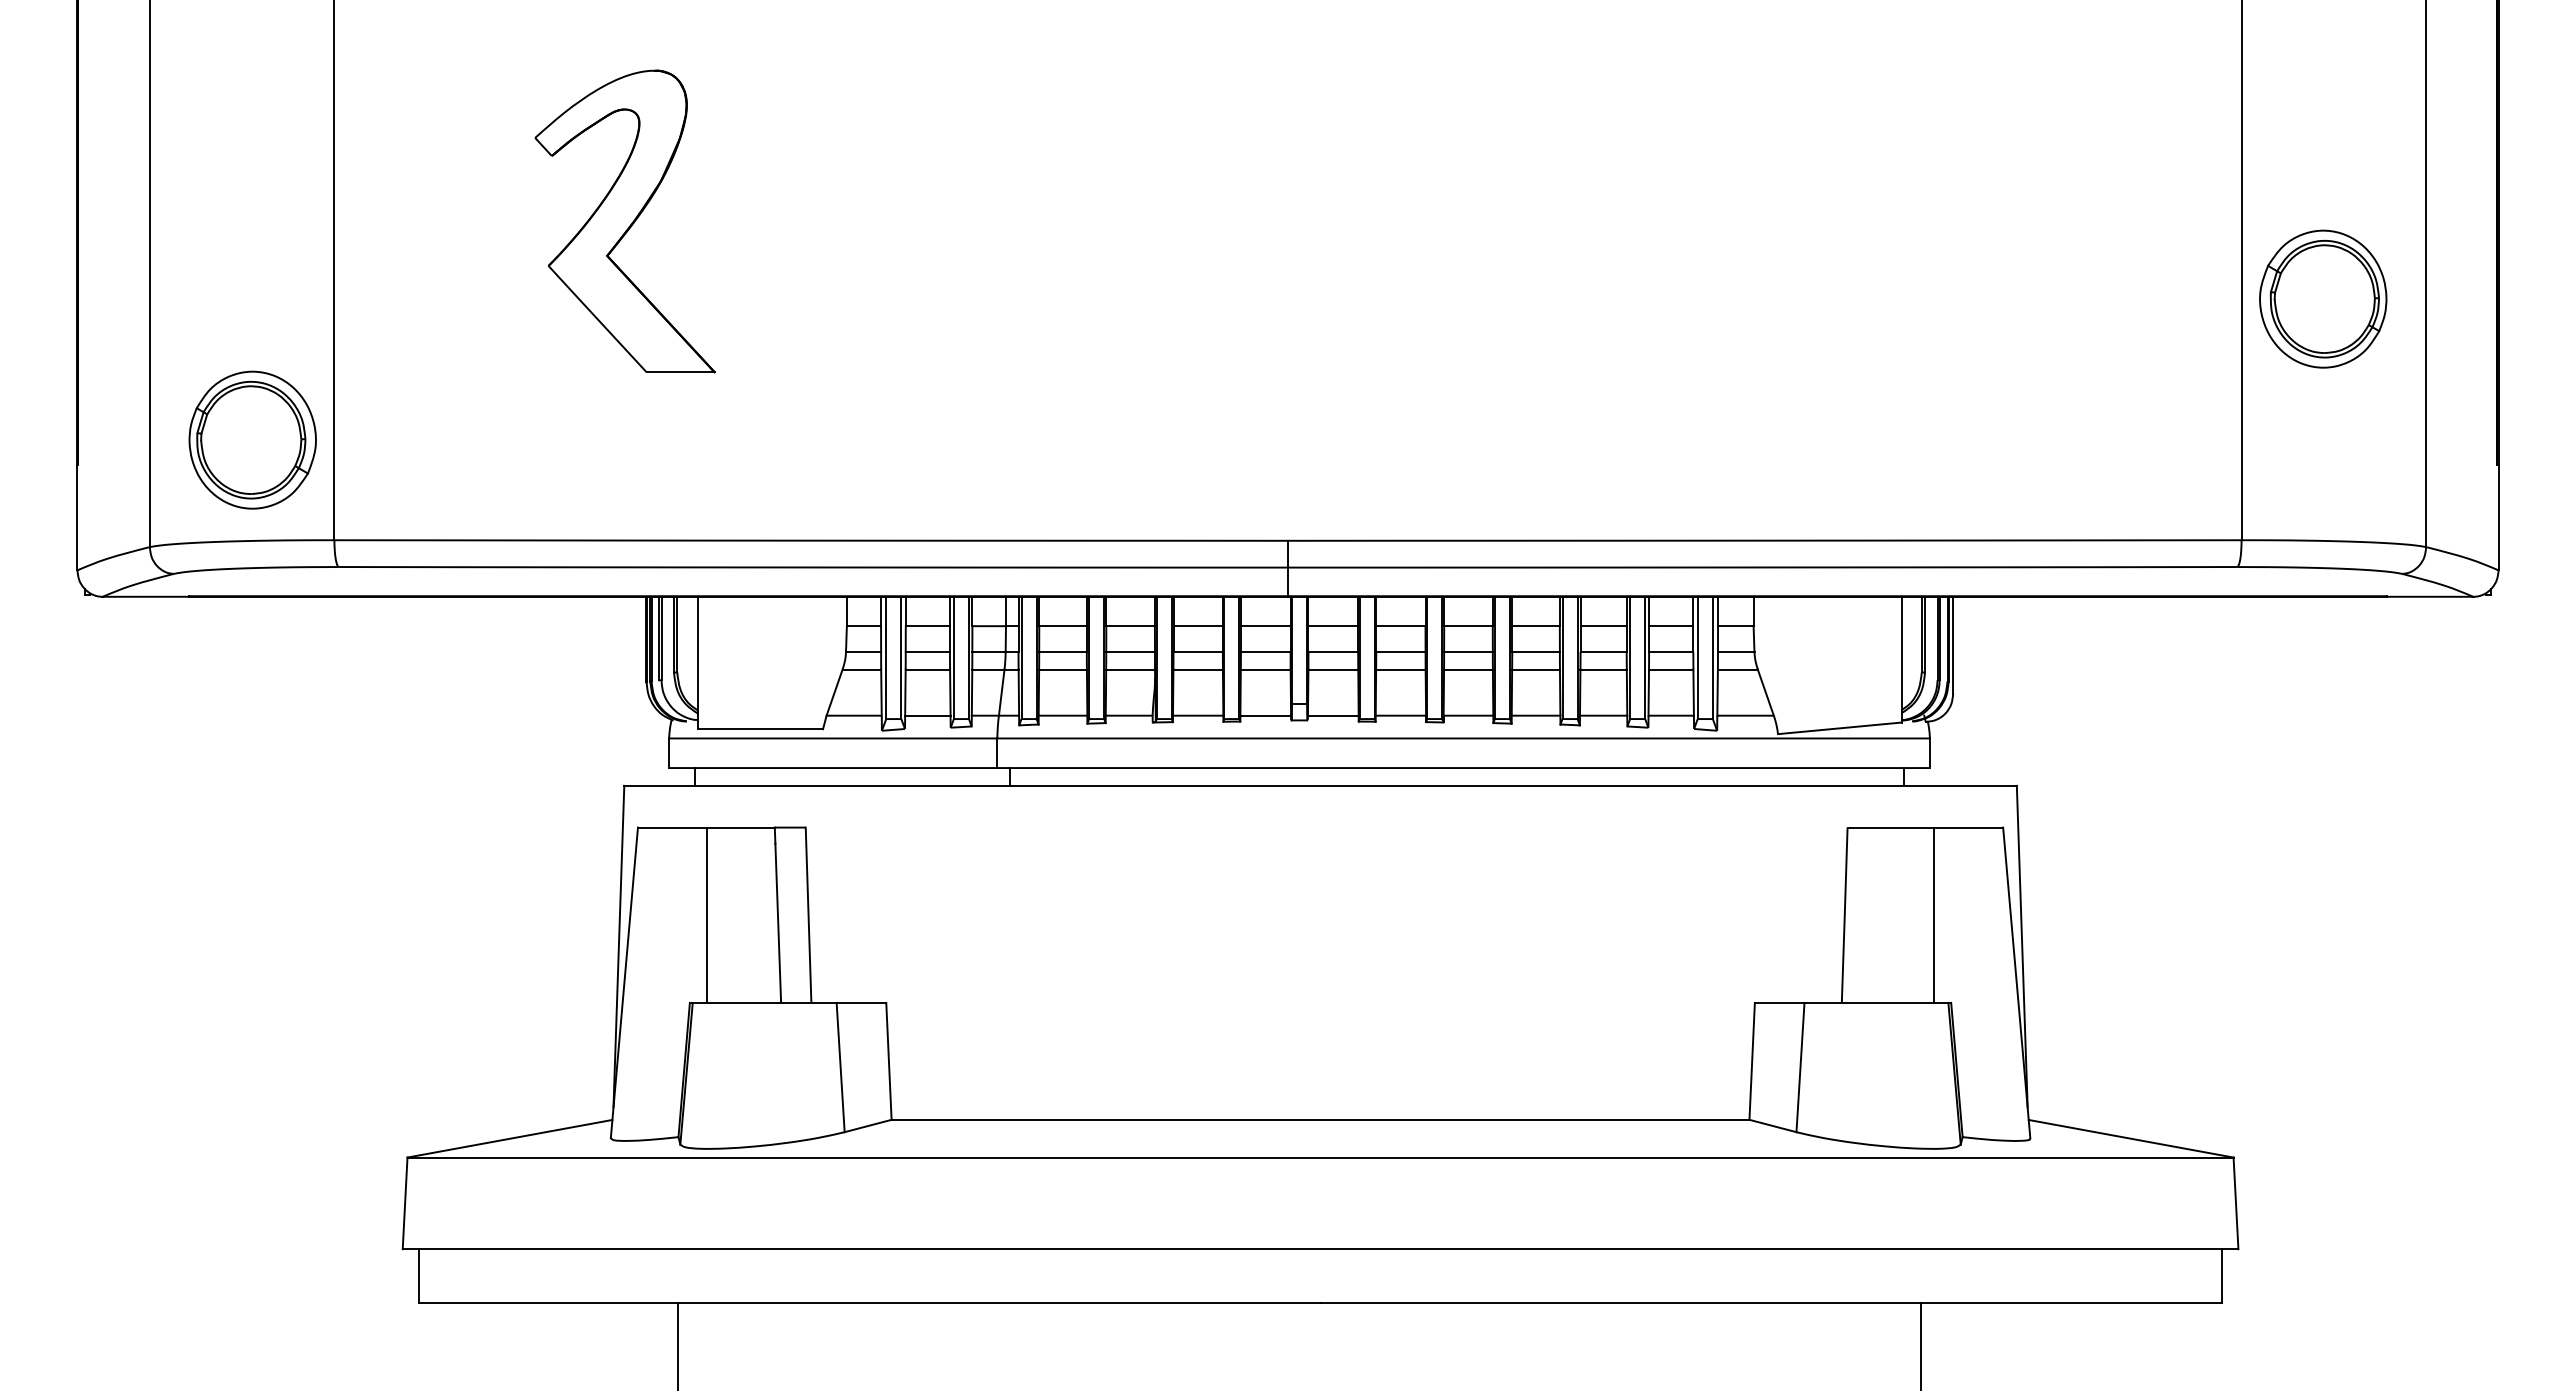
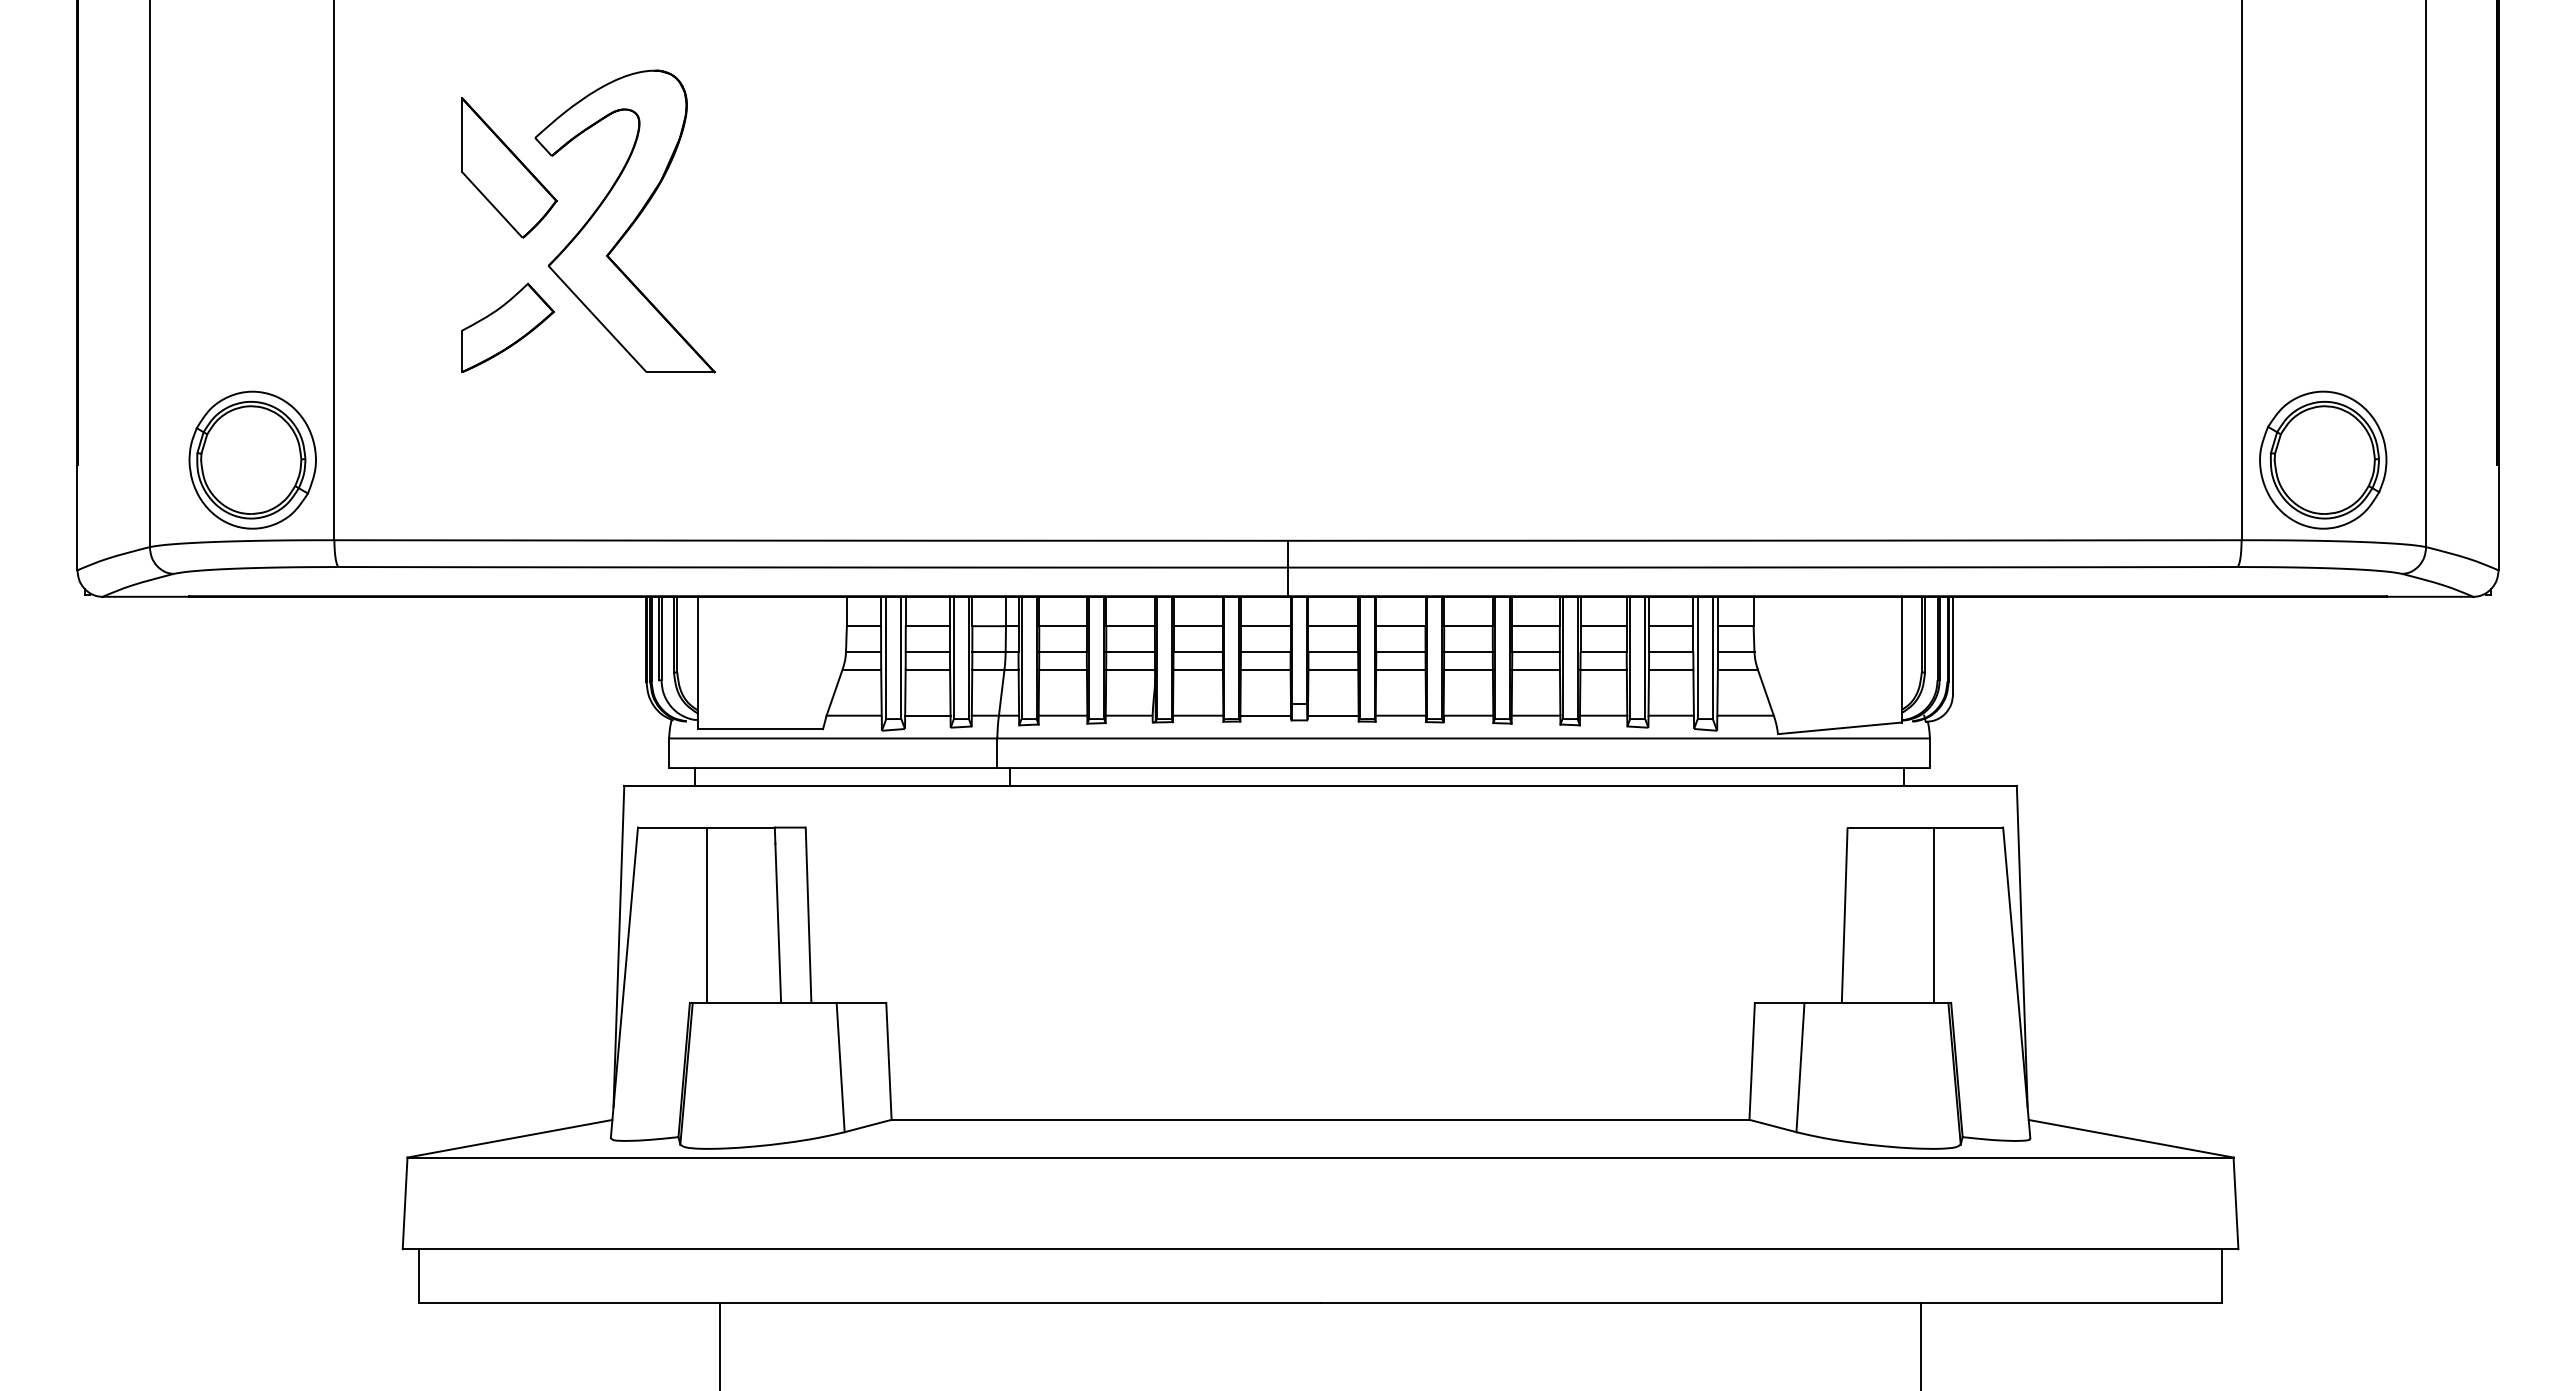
part at (509, 167): none -> present
part at (2323, 298) position: (2323, 298) -> (2323, 459)
part at (507, 327): none -> present
part at (252, 439) position: (252, 439) -> (252, 459)
line at (678, 1345) position: (678, 1345) -> (720, 1345)
